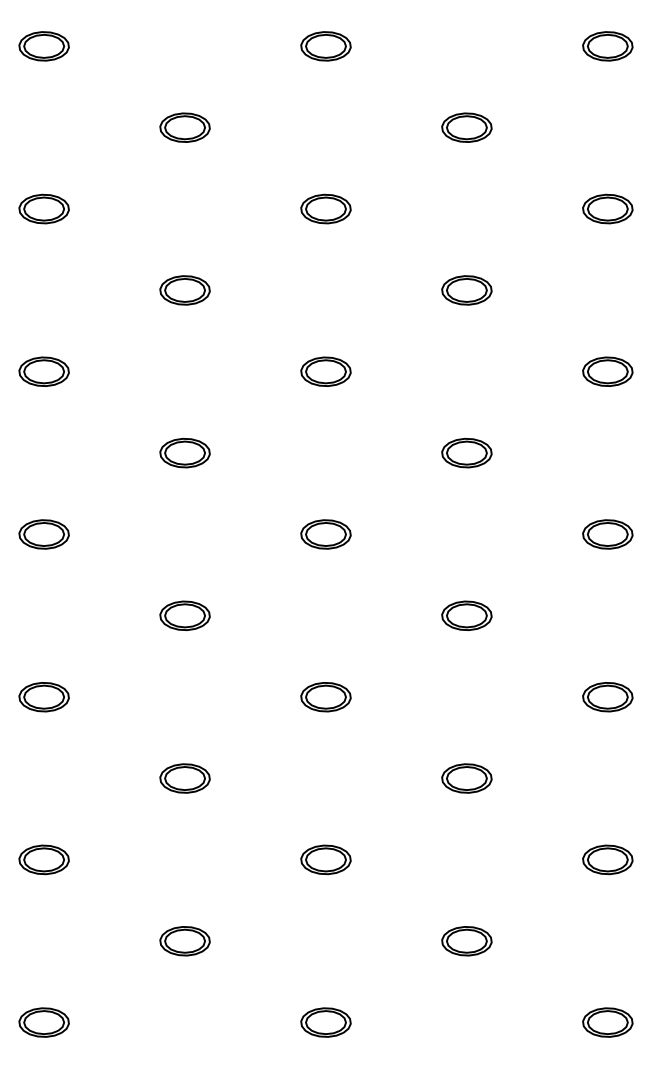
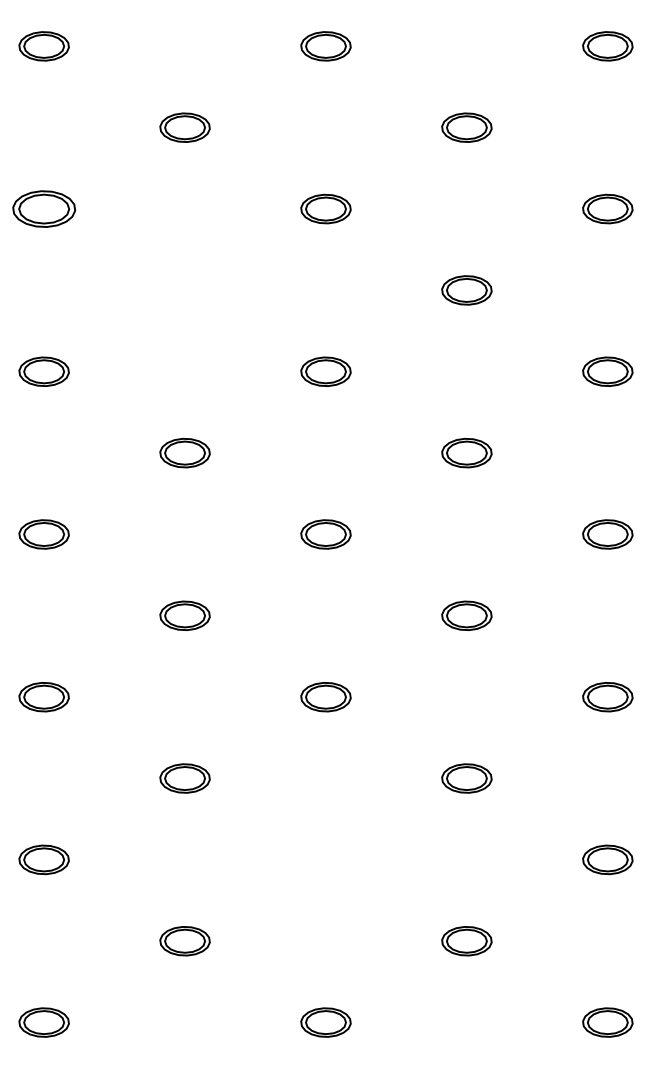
part at (43, 208) size: 52x32 px -> 65x38 px
part at (184, 290): present -> none
part at (325, 859): present -> none
